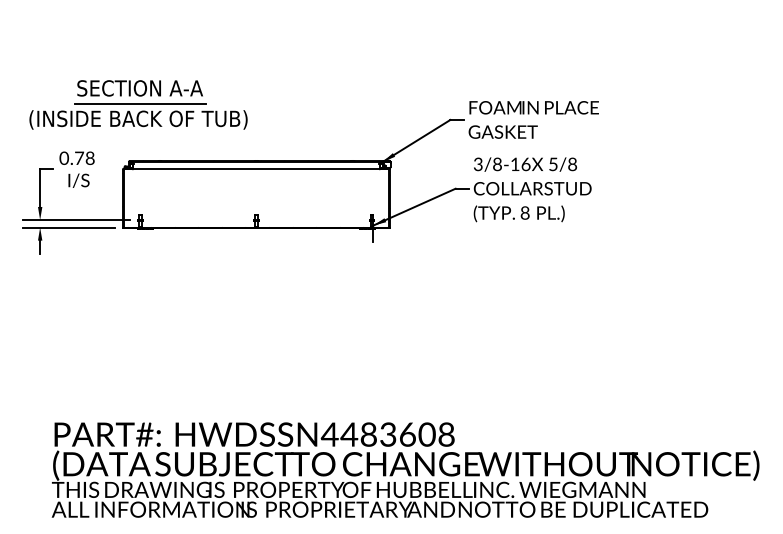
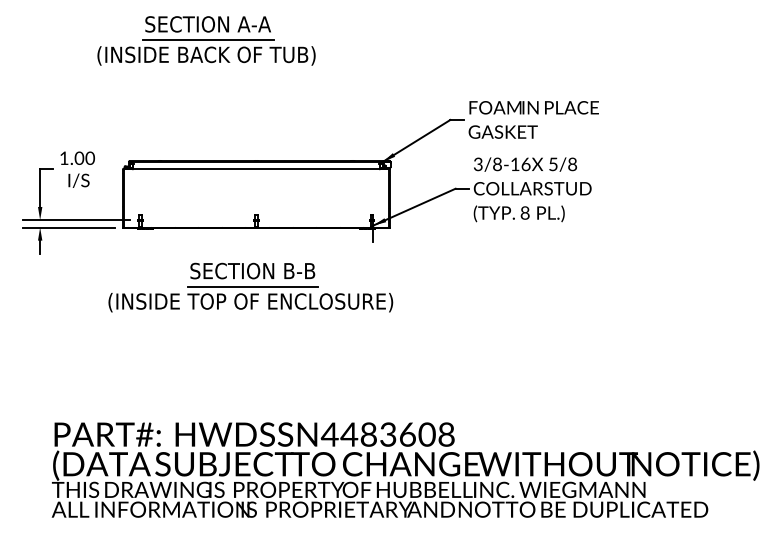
part at (138, 104) position: (138, 104) -> (206, 40)
text at (76, 157): 0.78 -> 1.00
part at (250, 287): none -> present
